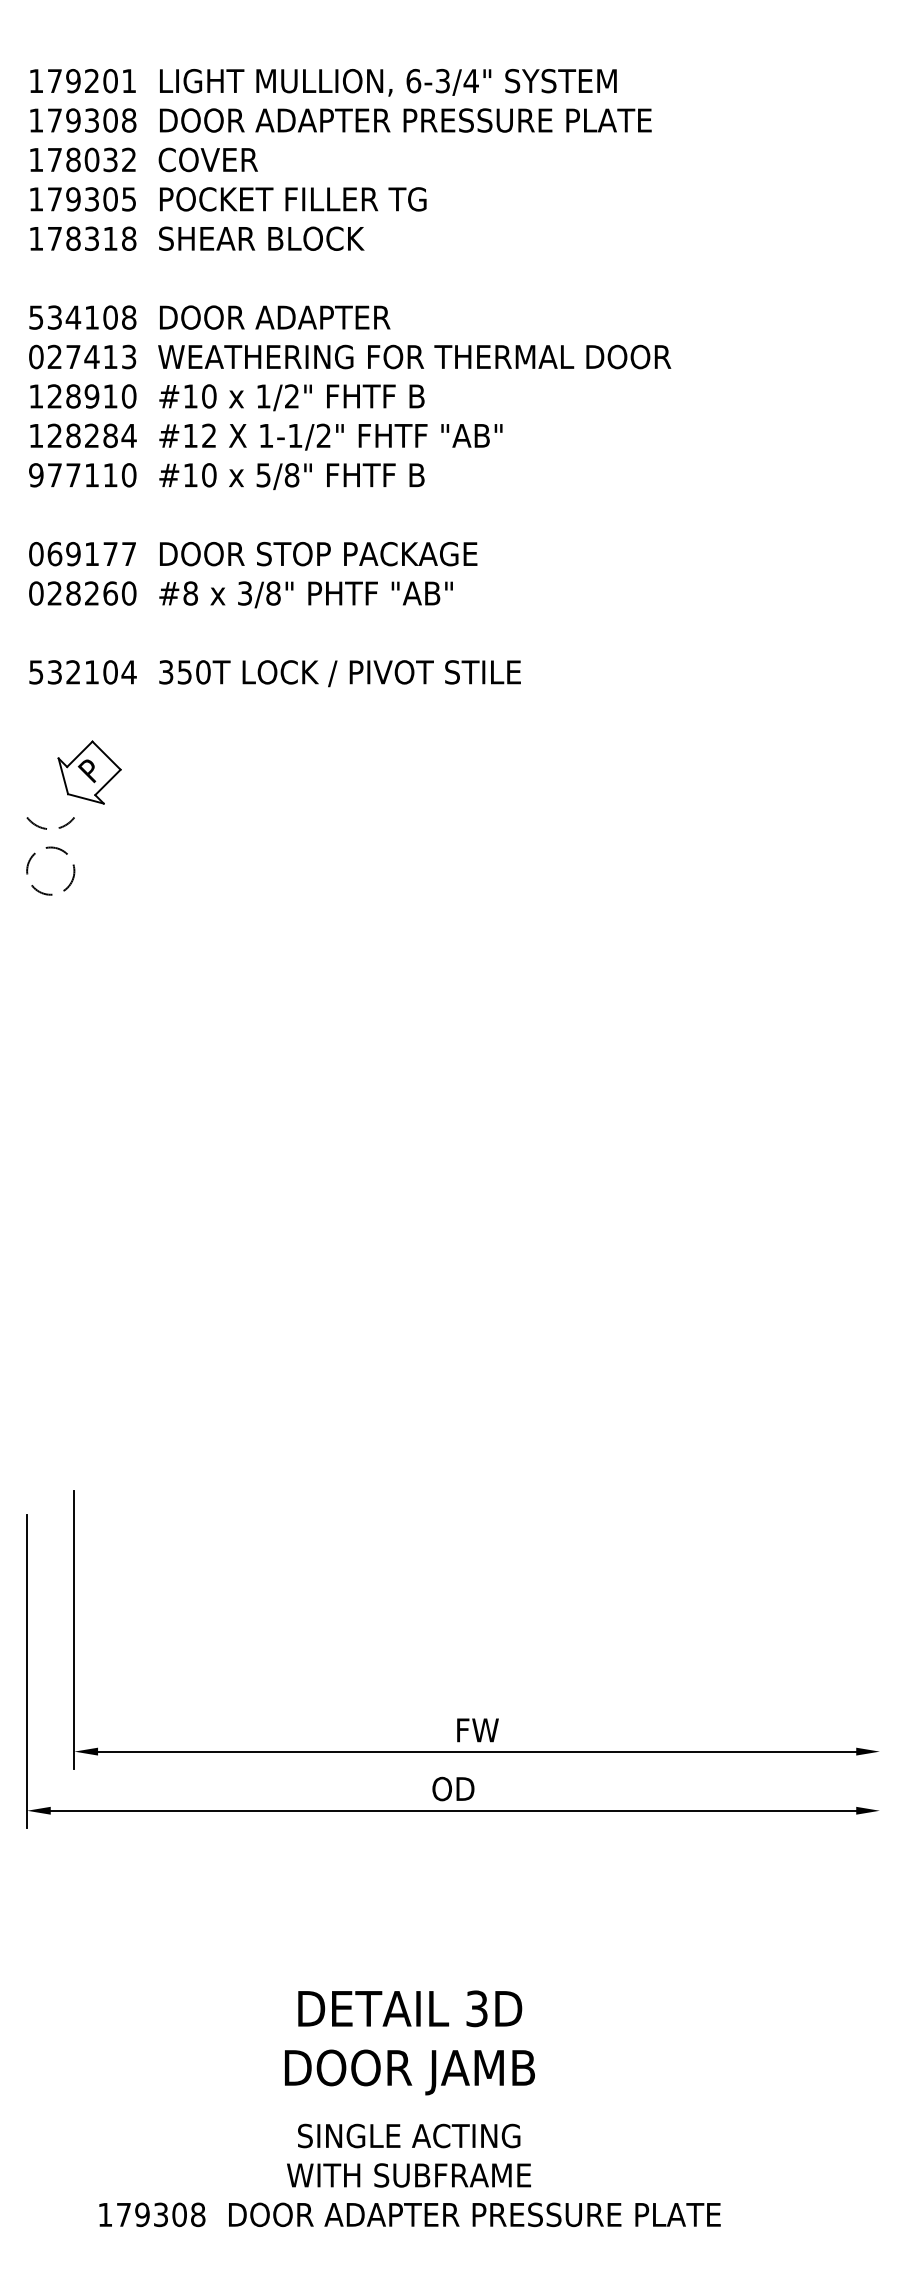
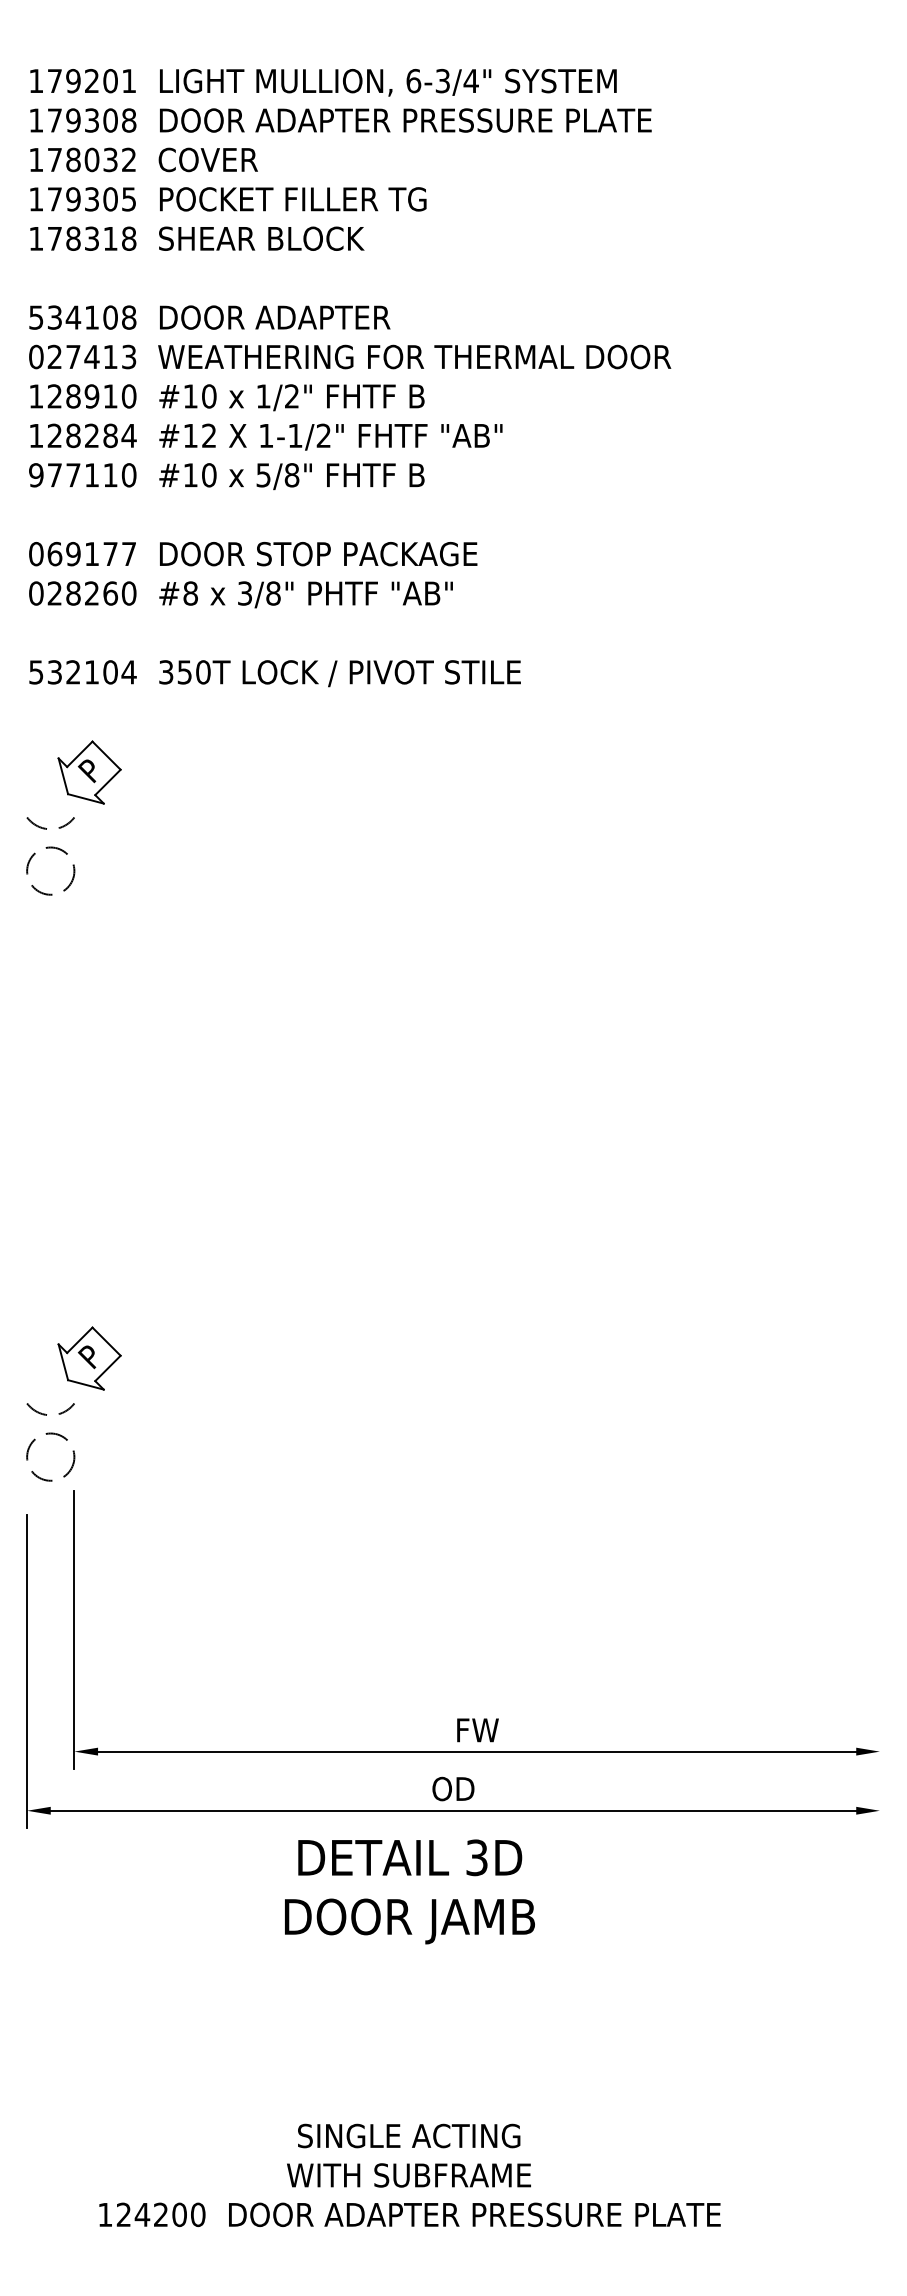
part at (73, 1403): none -> present
text at (409, 2042) position: (409, 2042) -> (409, 1891)
text at (160, 2214): 179308 -> 124200
